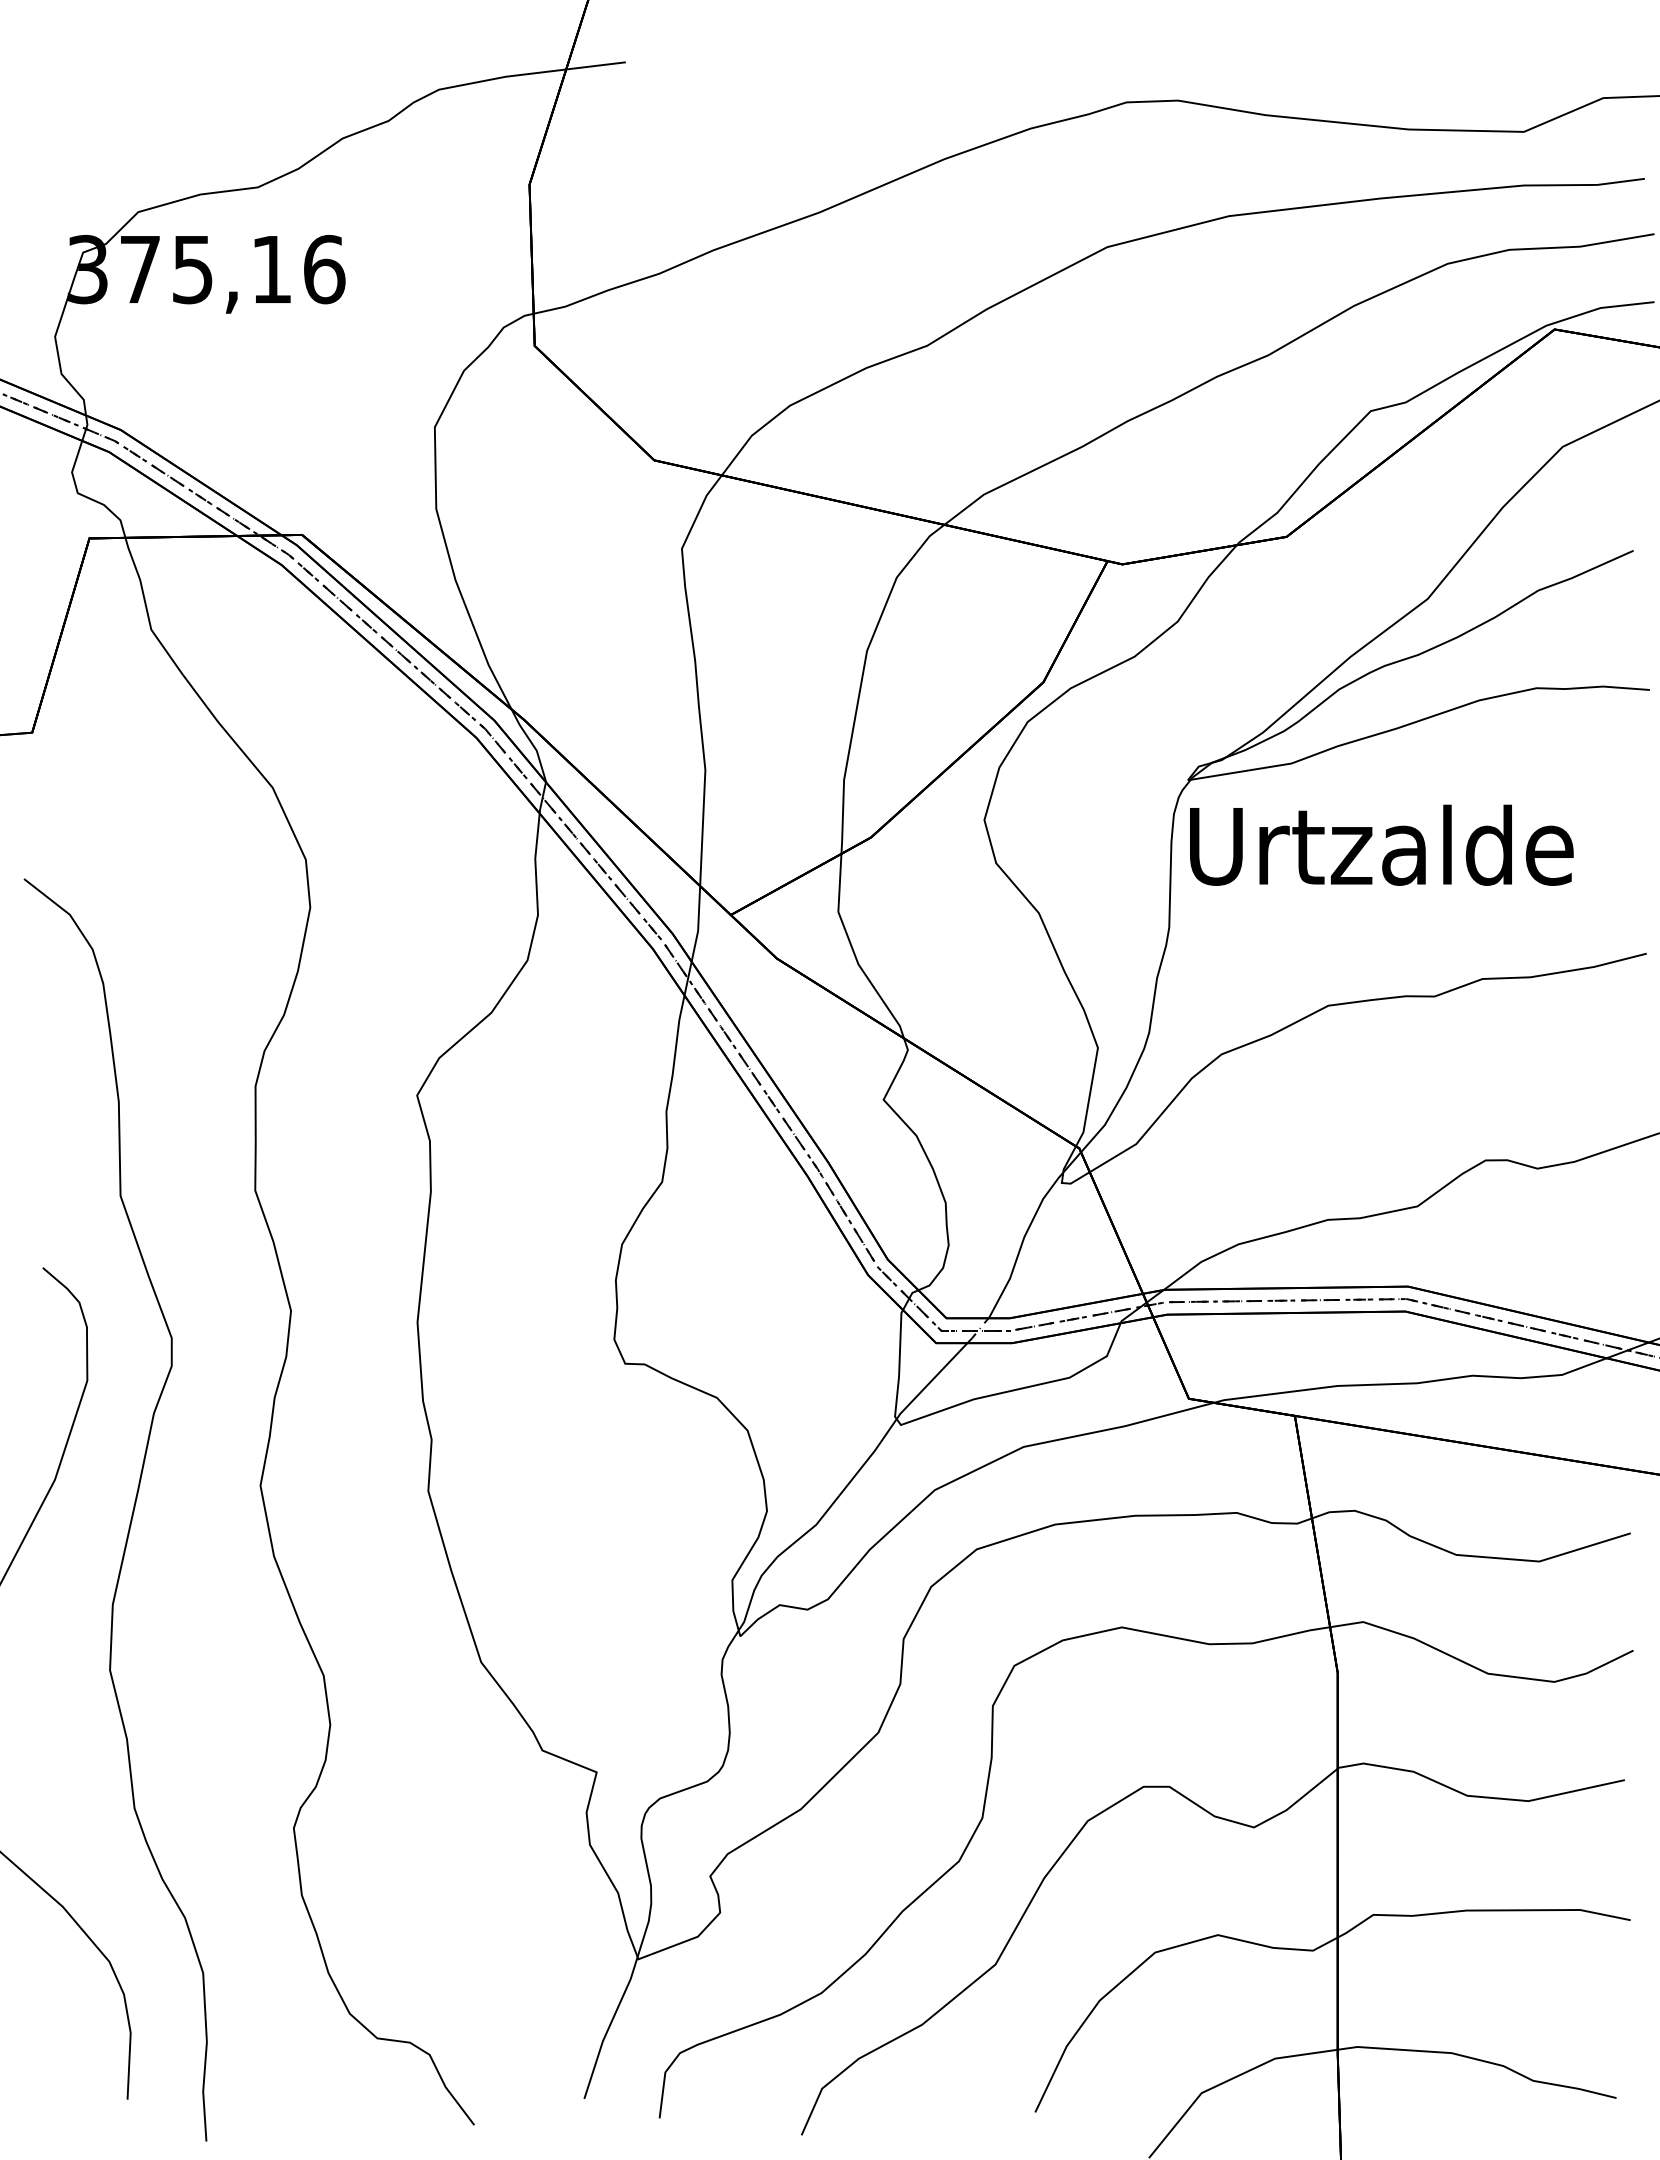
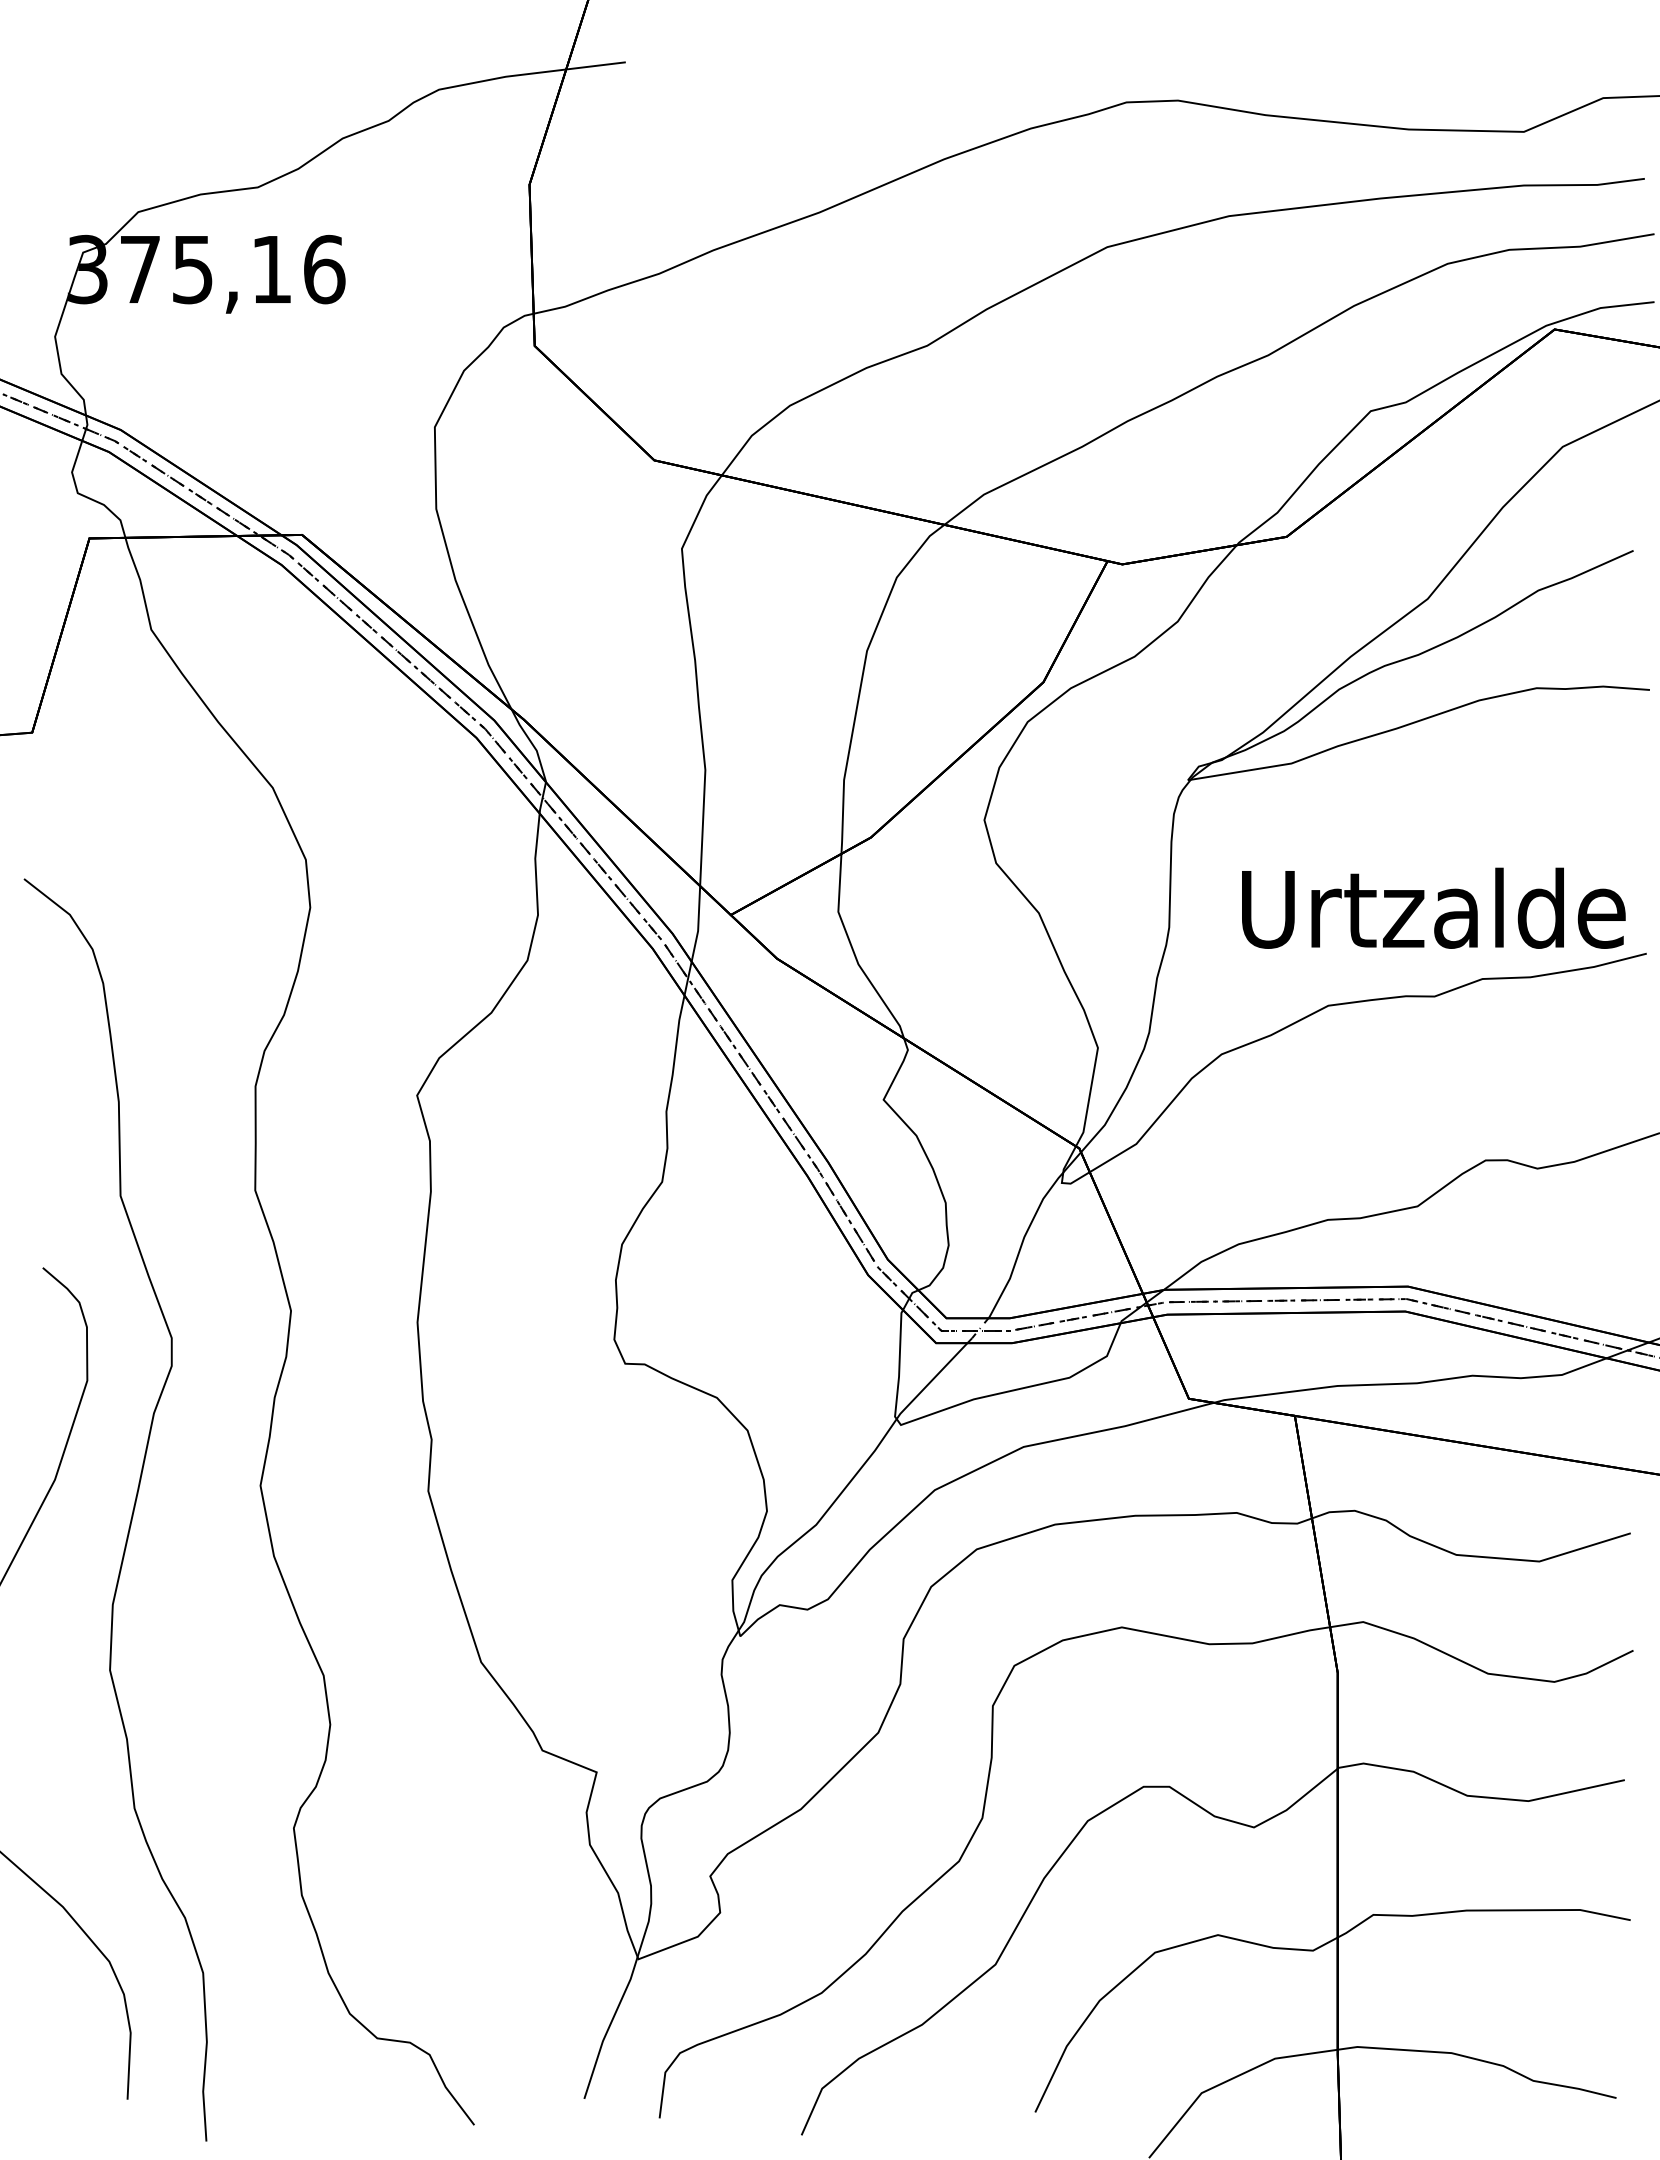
text at (1381, 844) position: (1381, 844) -> (1433, 907)
